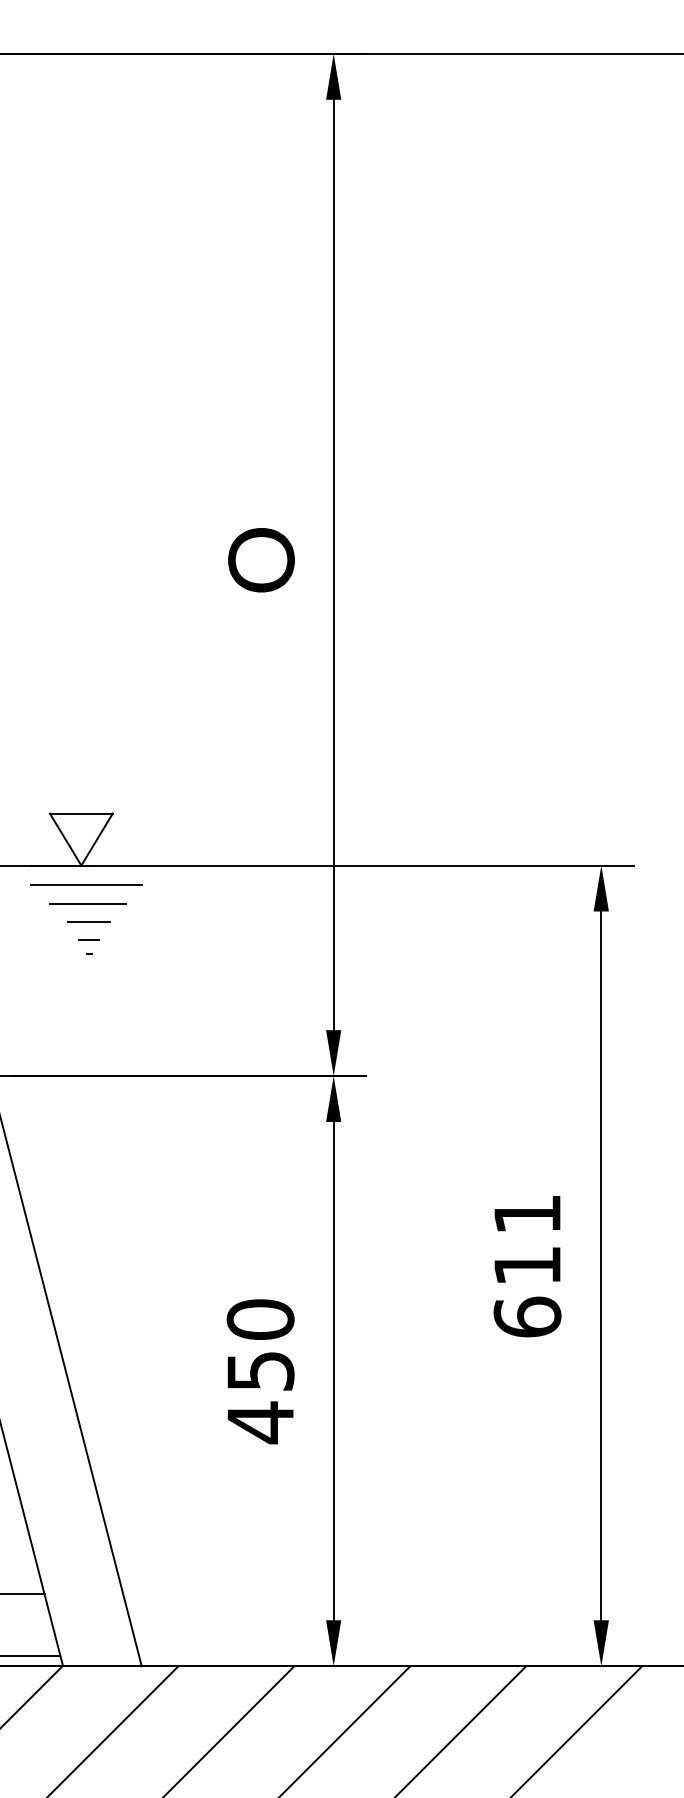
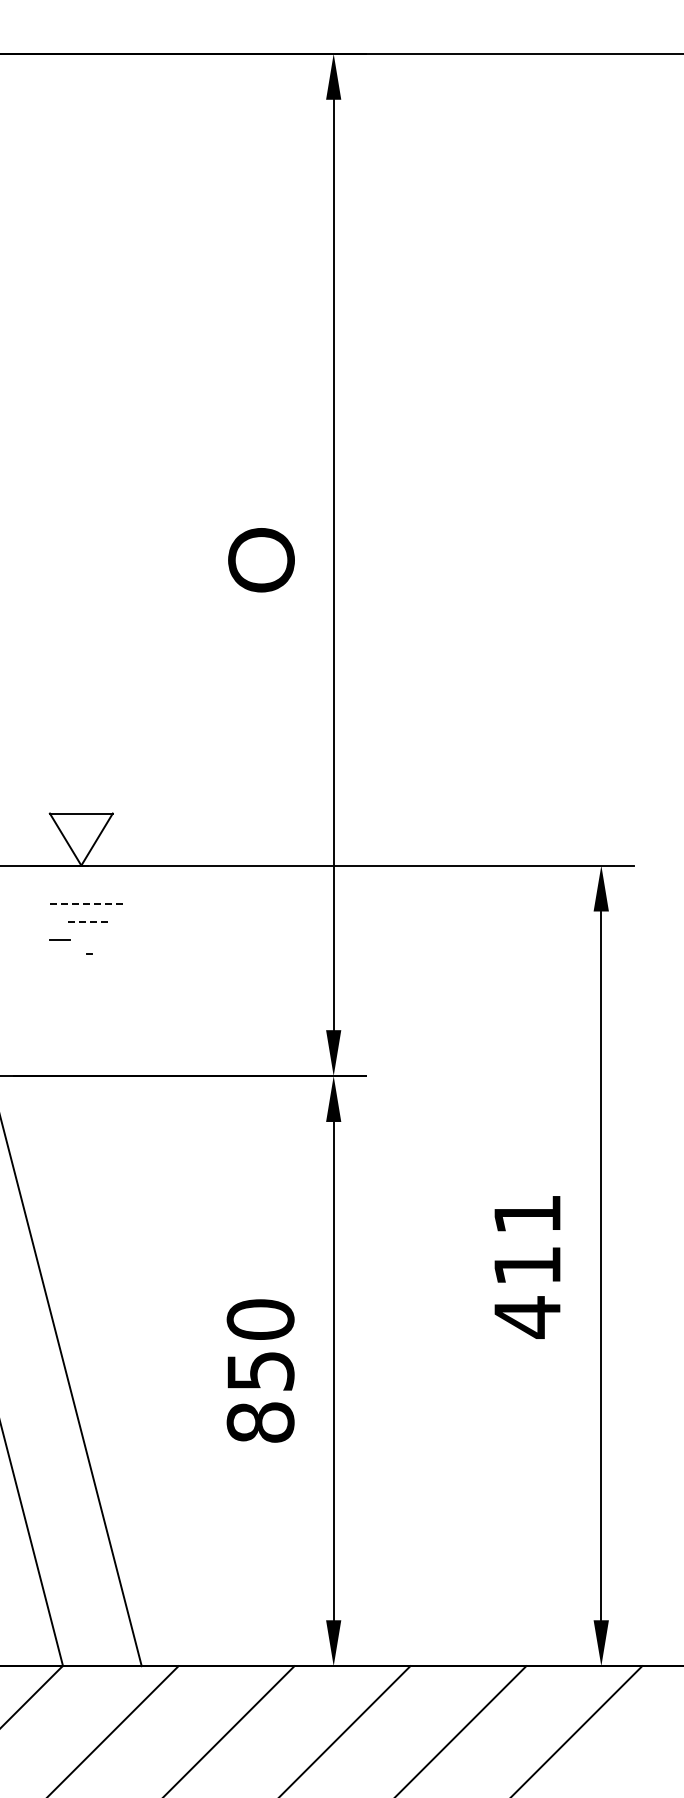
line at (86, 884): present -> none
line at (87, 903): solid -> dashed
line at (89, 922): solid -> dashed
line at (88, 939) position: (88, 939) -> (59, 939)
text at (527, 1317): 611 -> 411
text at (260, 1422): 450 -> 850
line at (23, 1594): present -> none
line at (31, 1655): present -> none
